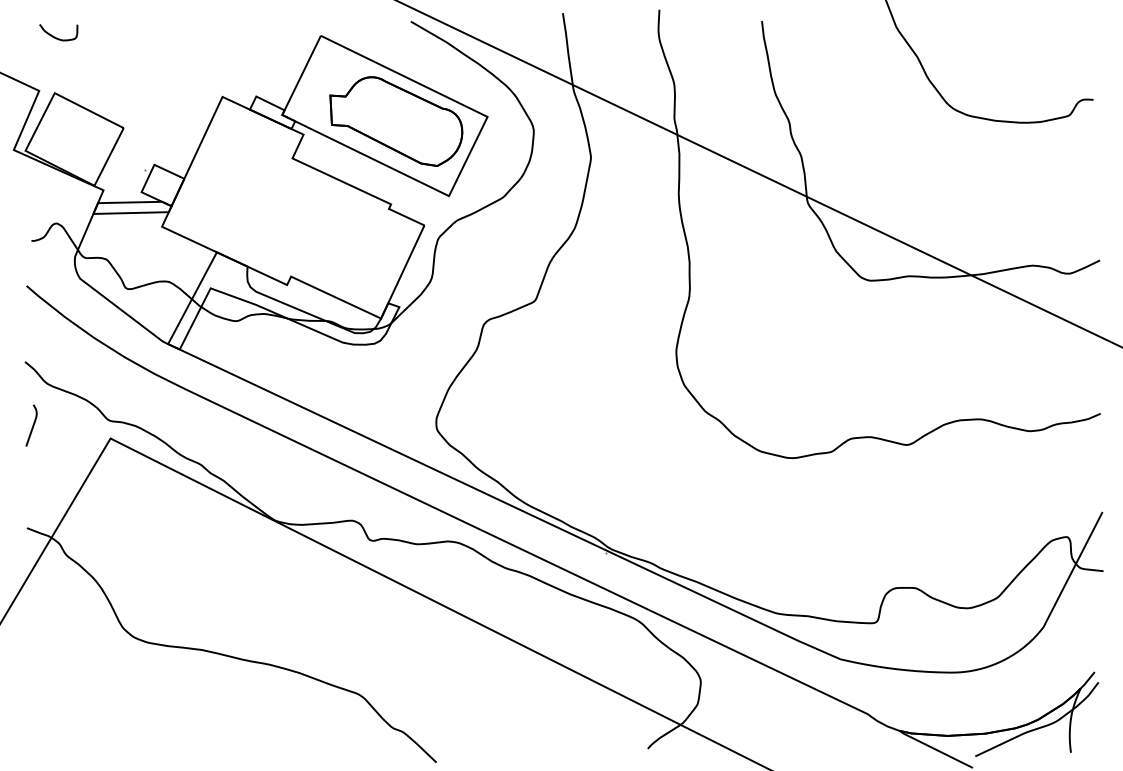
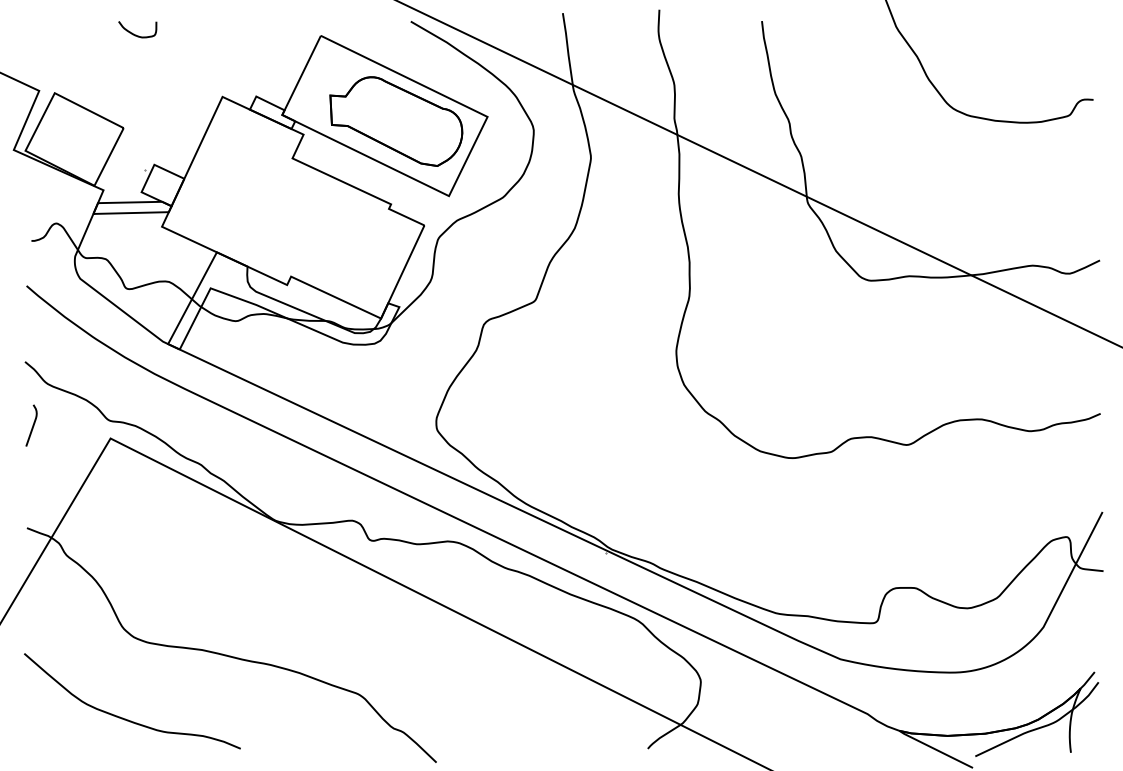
curve at (57, 37) position: (57, 37) -> (136, 34)
curve at (125, 718): none -> present
